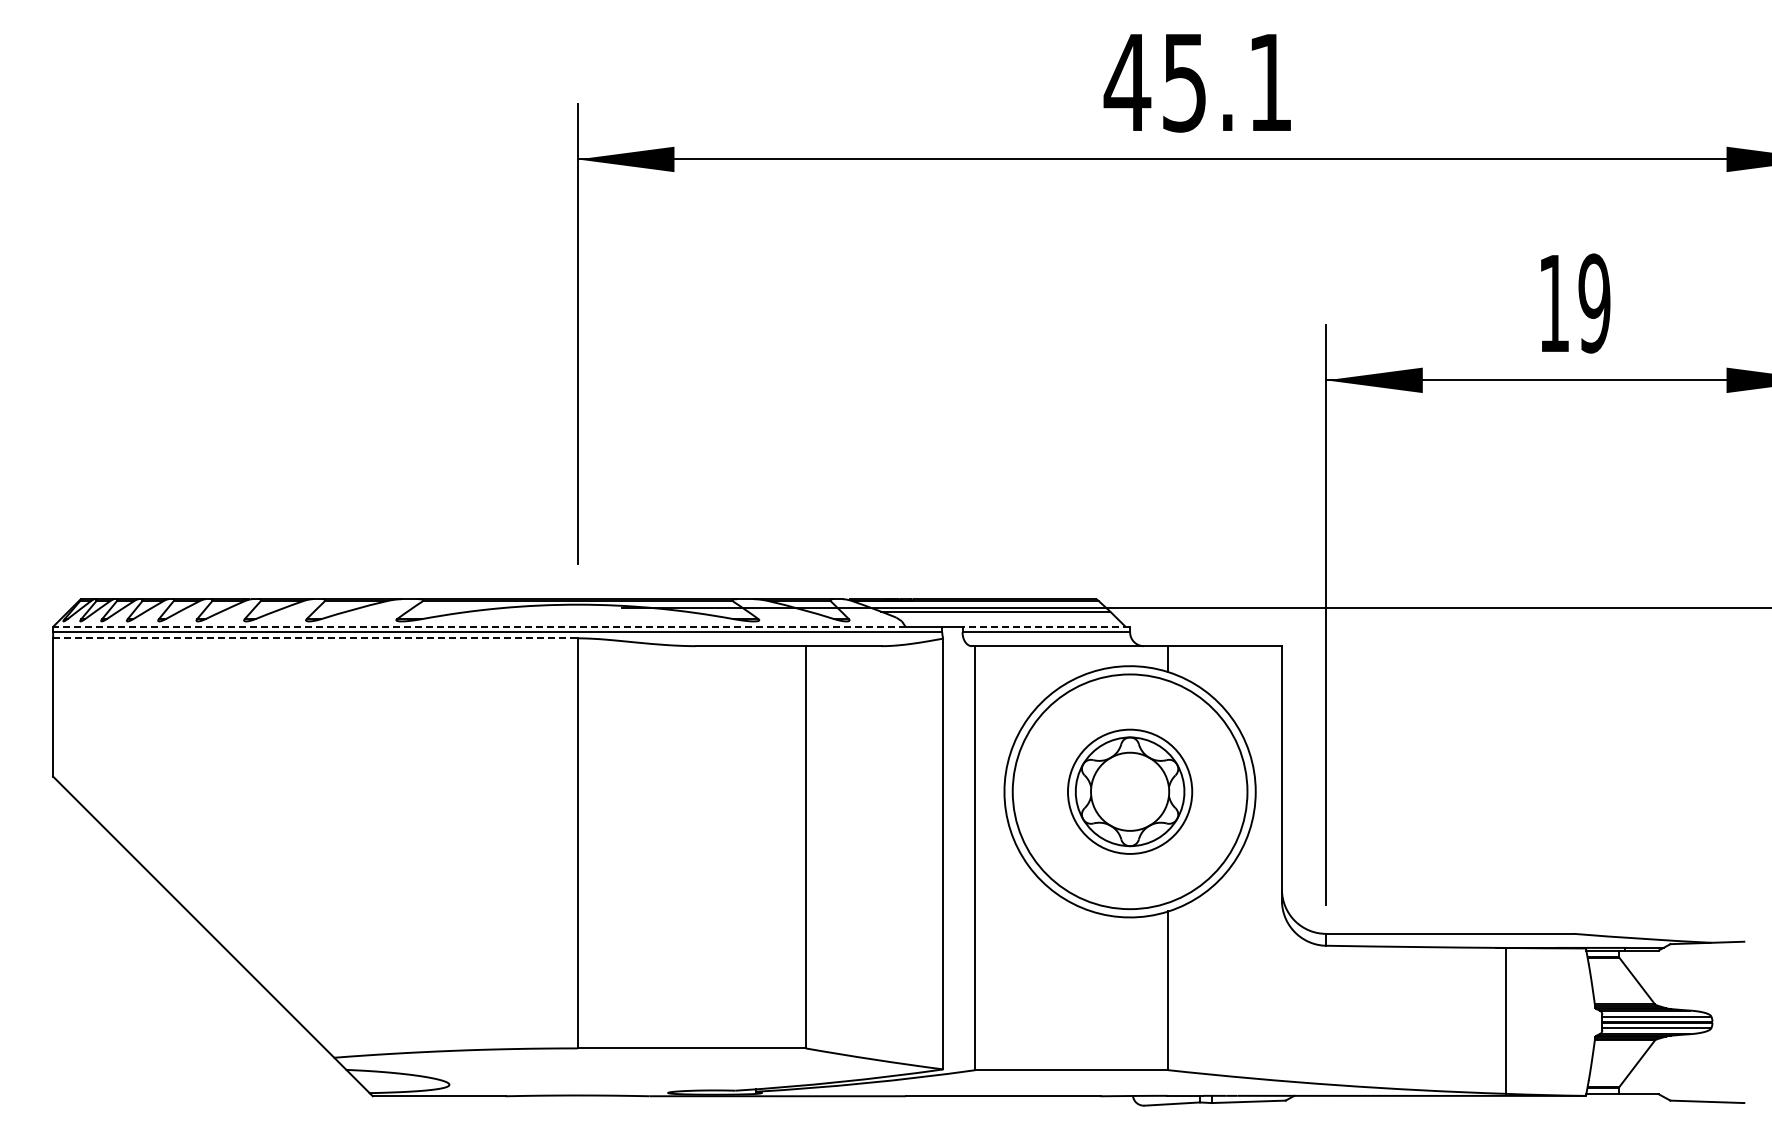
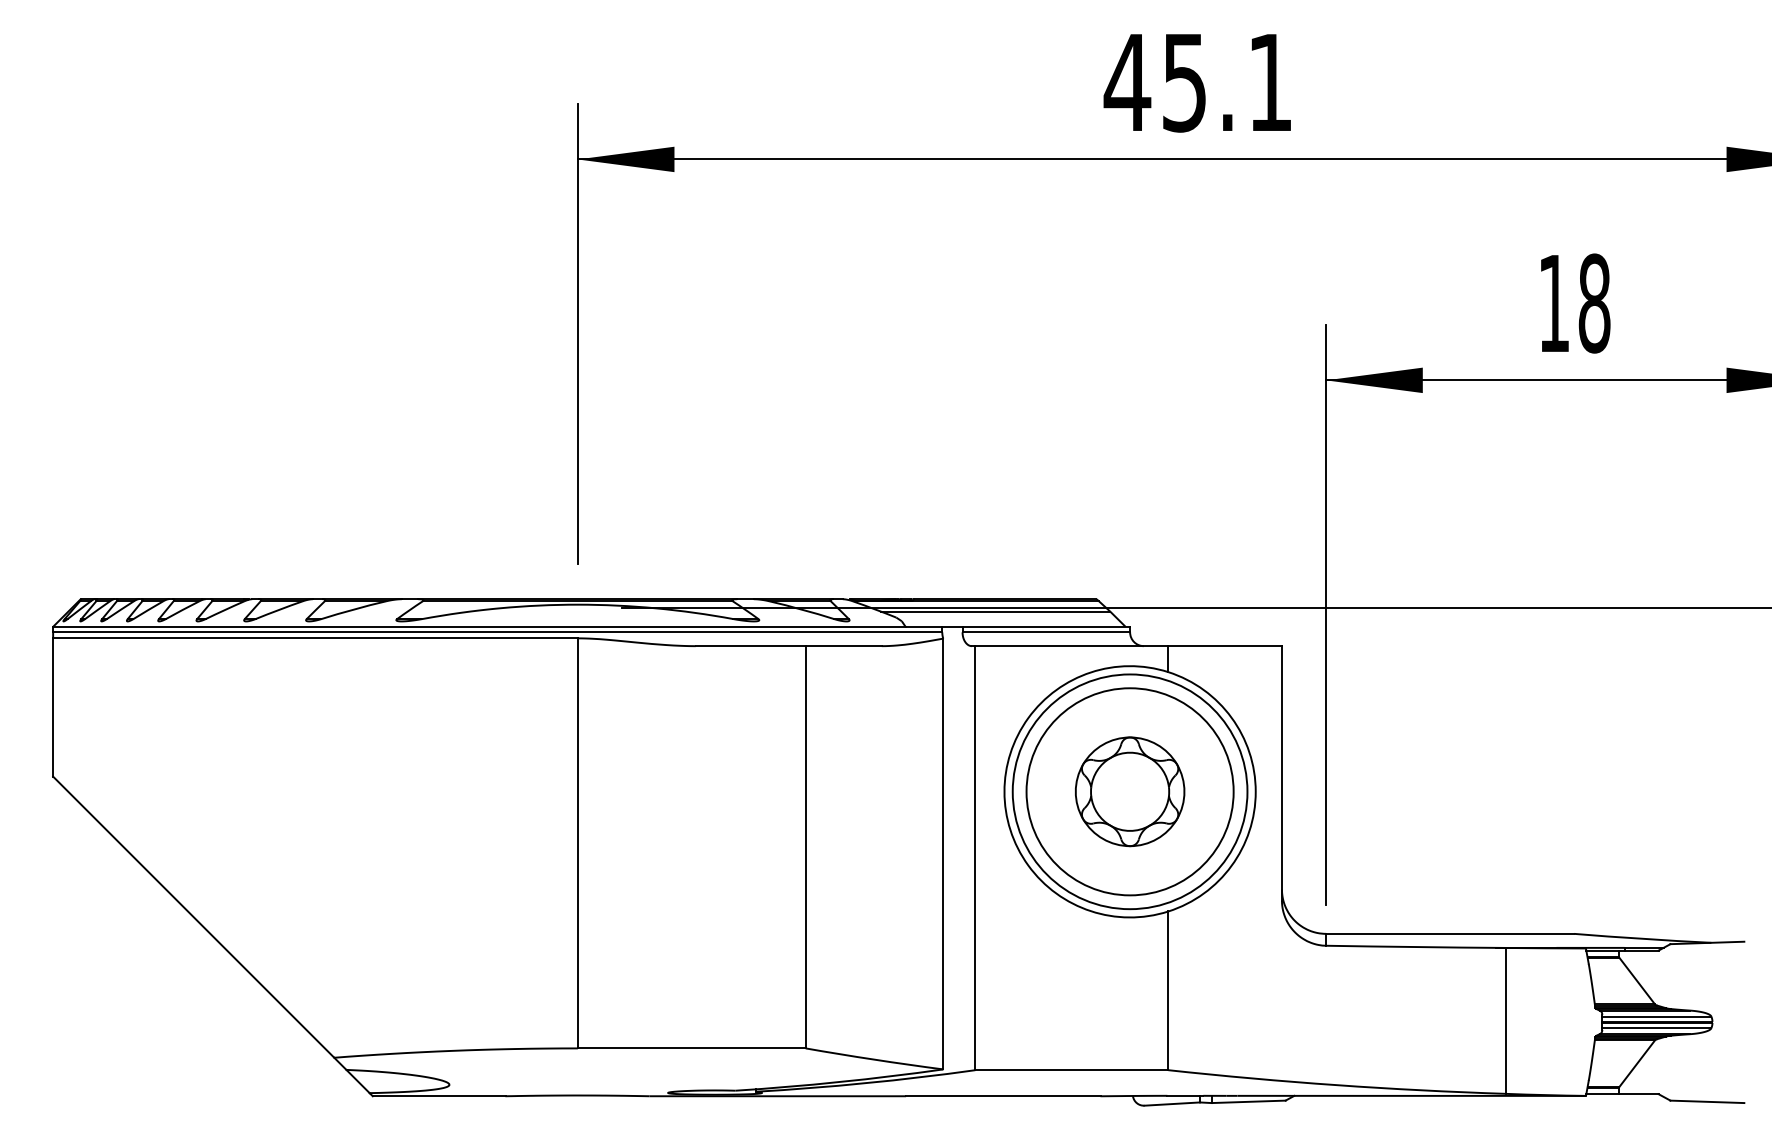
text at (1594, 303): 19 -> 18
line at (478, 626): dashed -> solid
line at (1046, 626): dashed -> solid
line at (315, 638): dashed -> solid
circle at (1129, 791) diameter: 124 px -> 207 px
